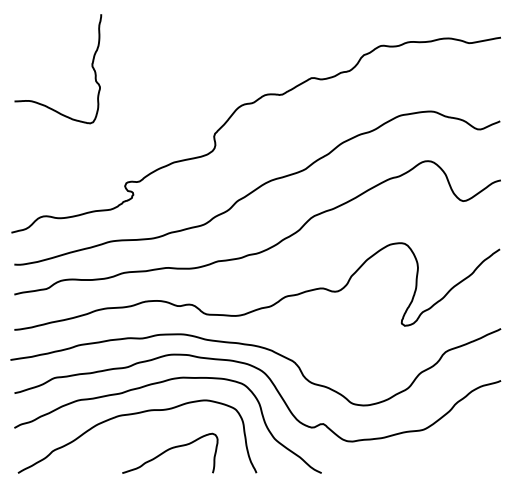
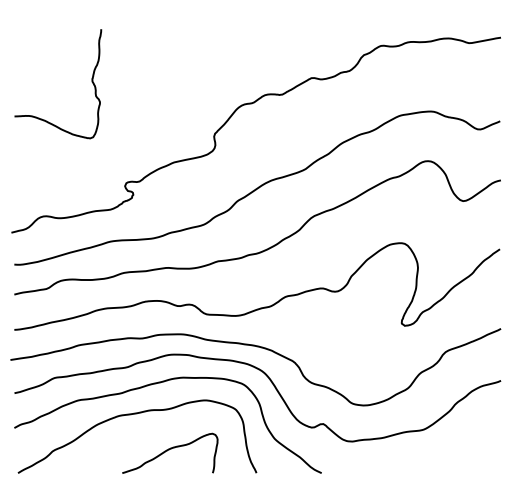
curve at (91, 67) position: (91, 67) -> (91, 82)
